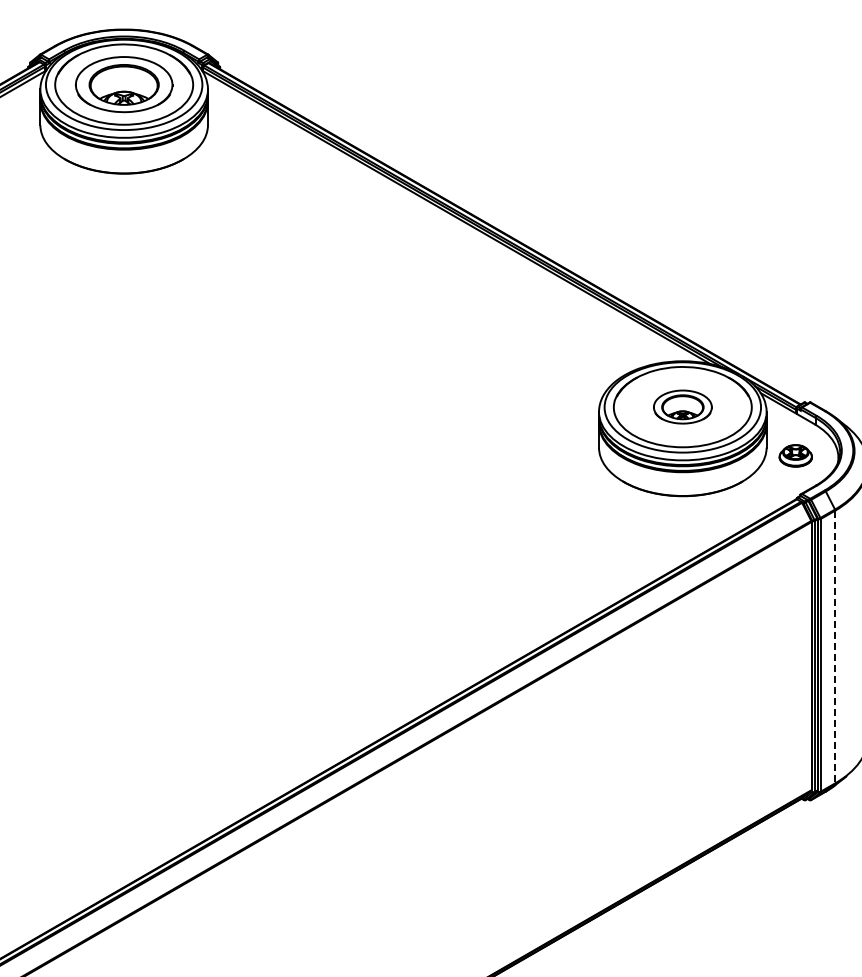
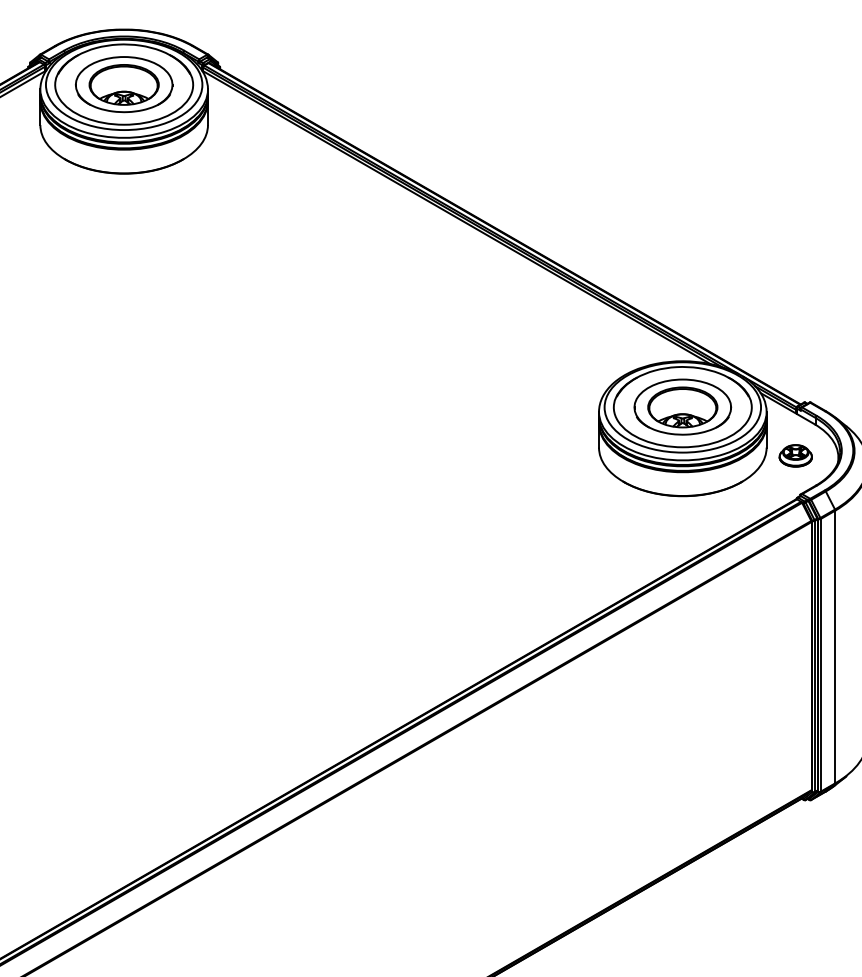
part at (682, 406) size: 60x36 px -> 100x58 px
line at (835, 647): dashed -> solid
